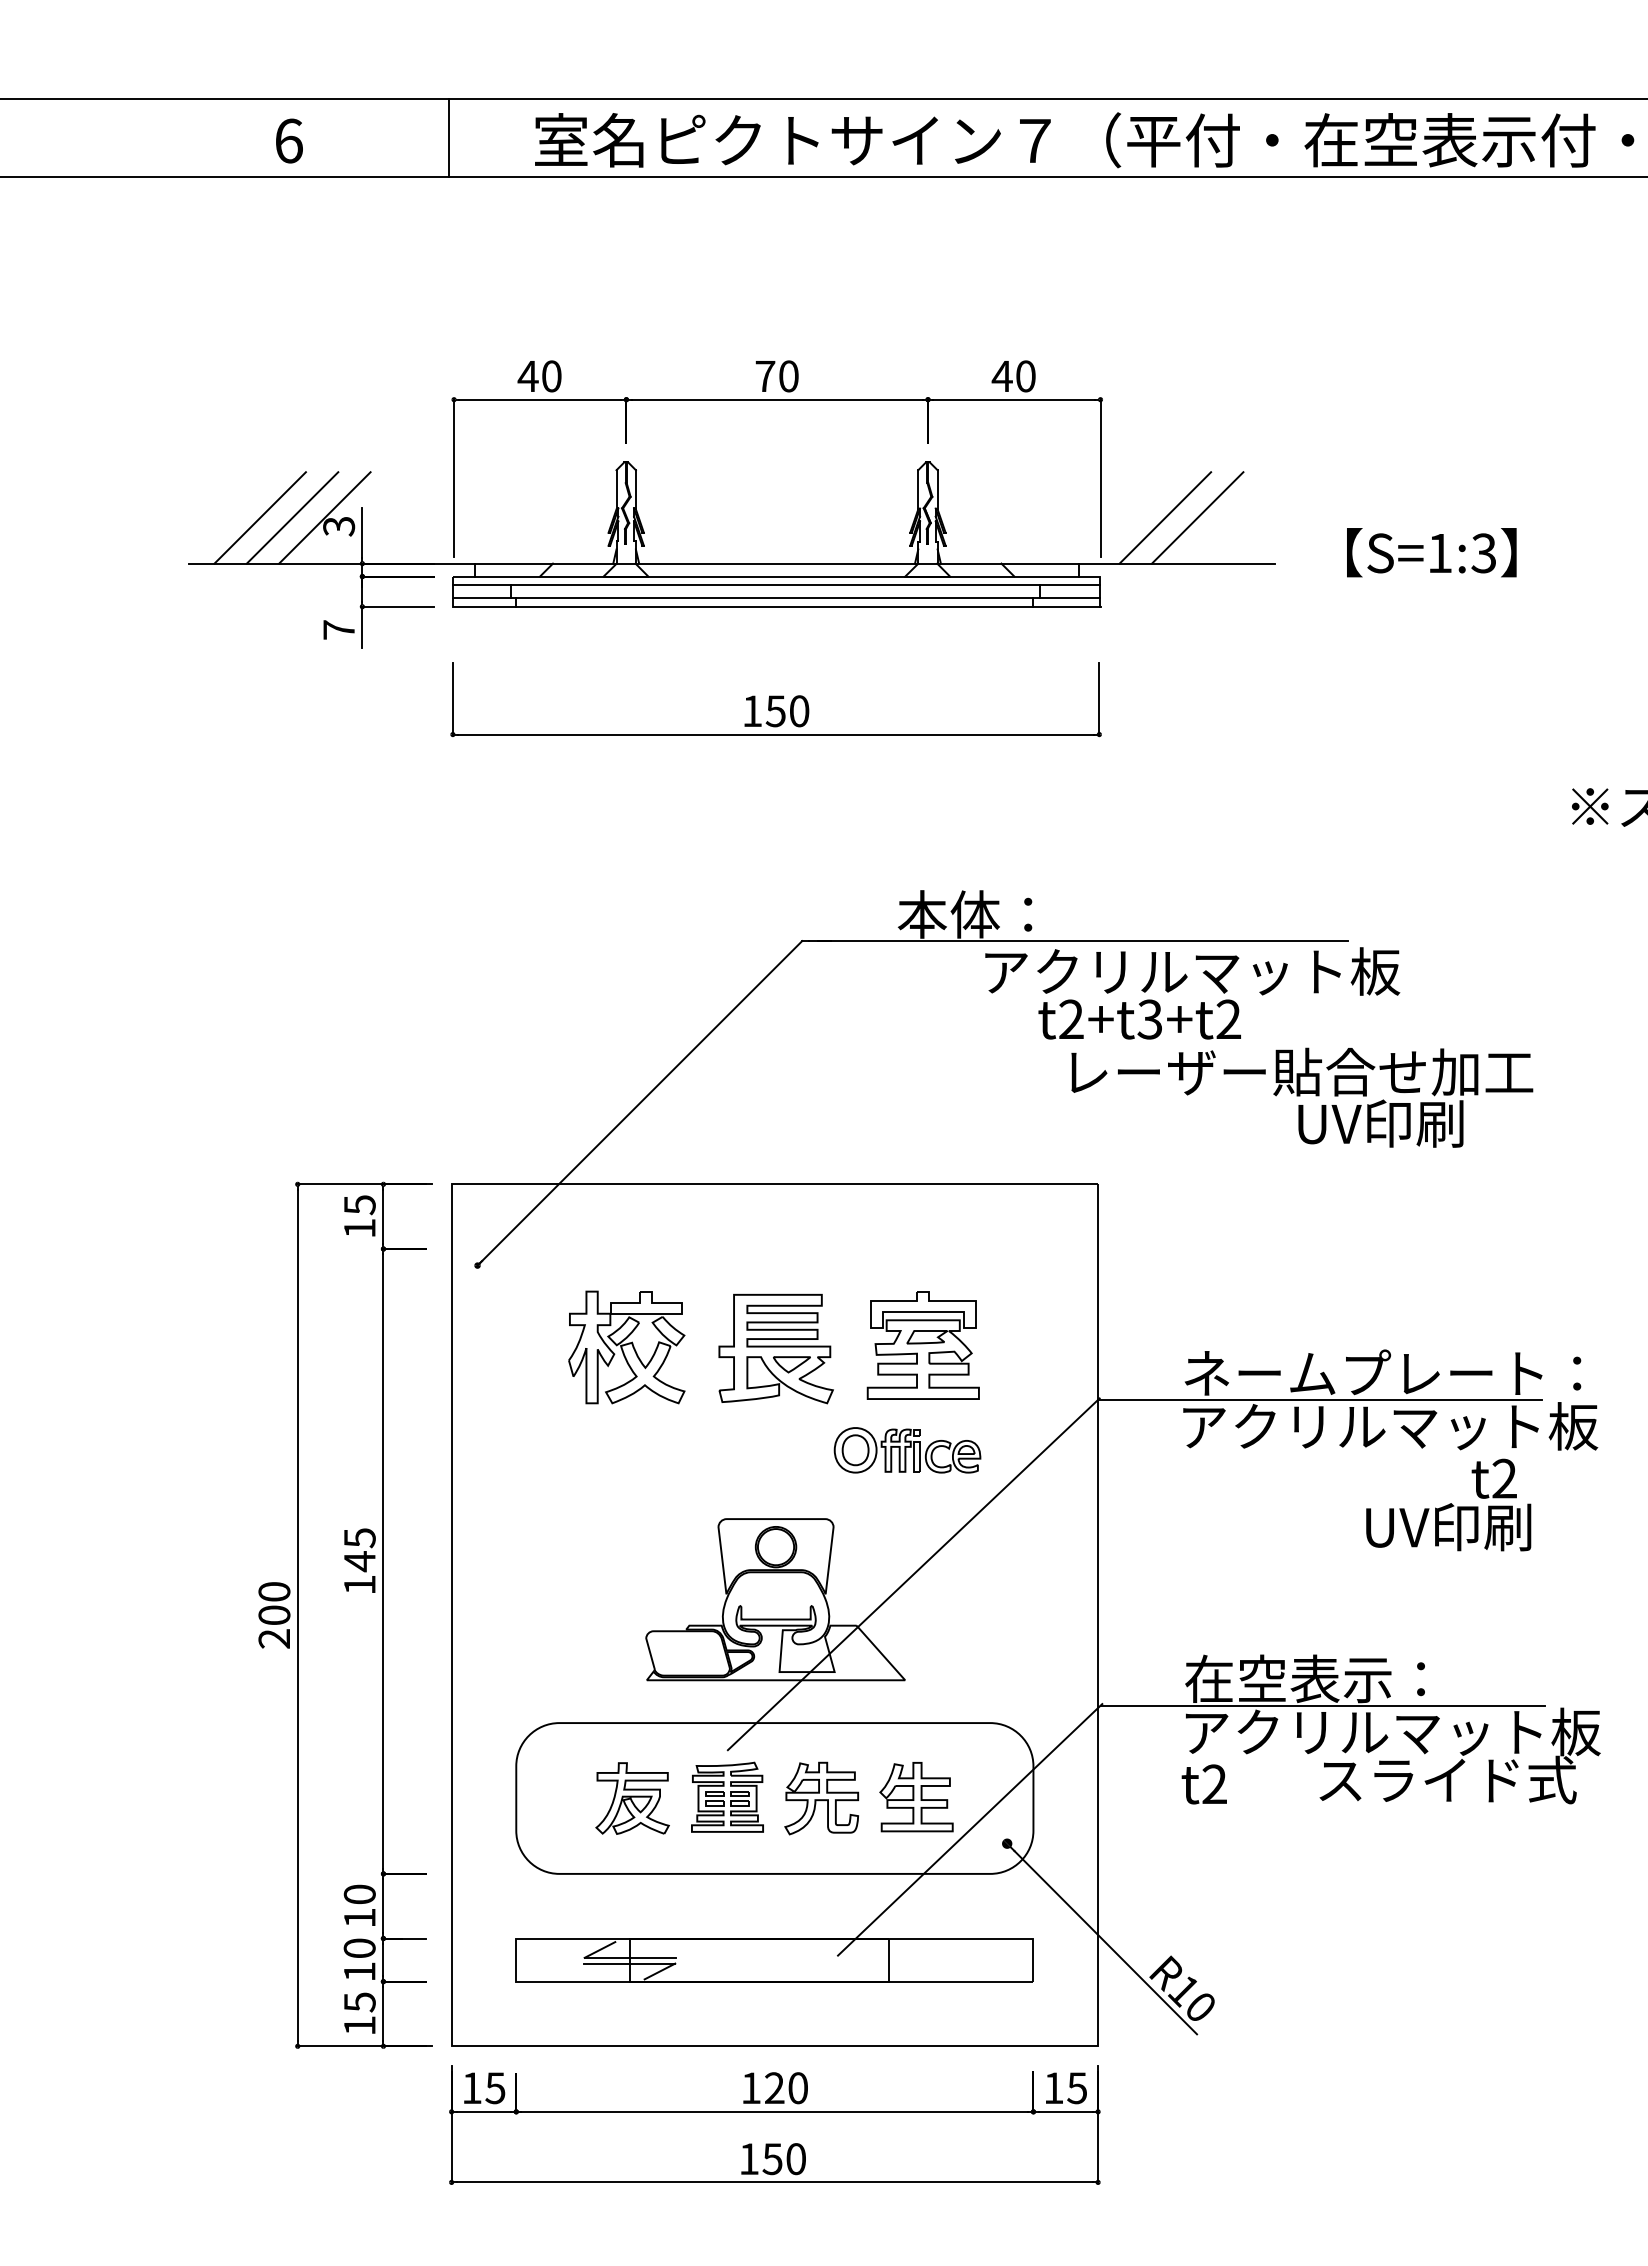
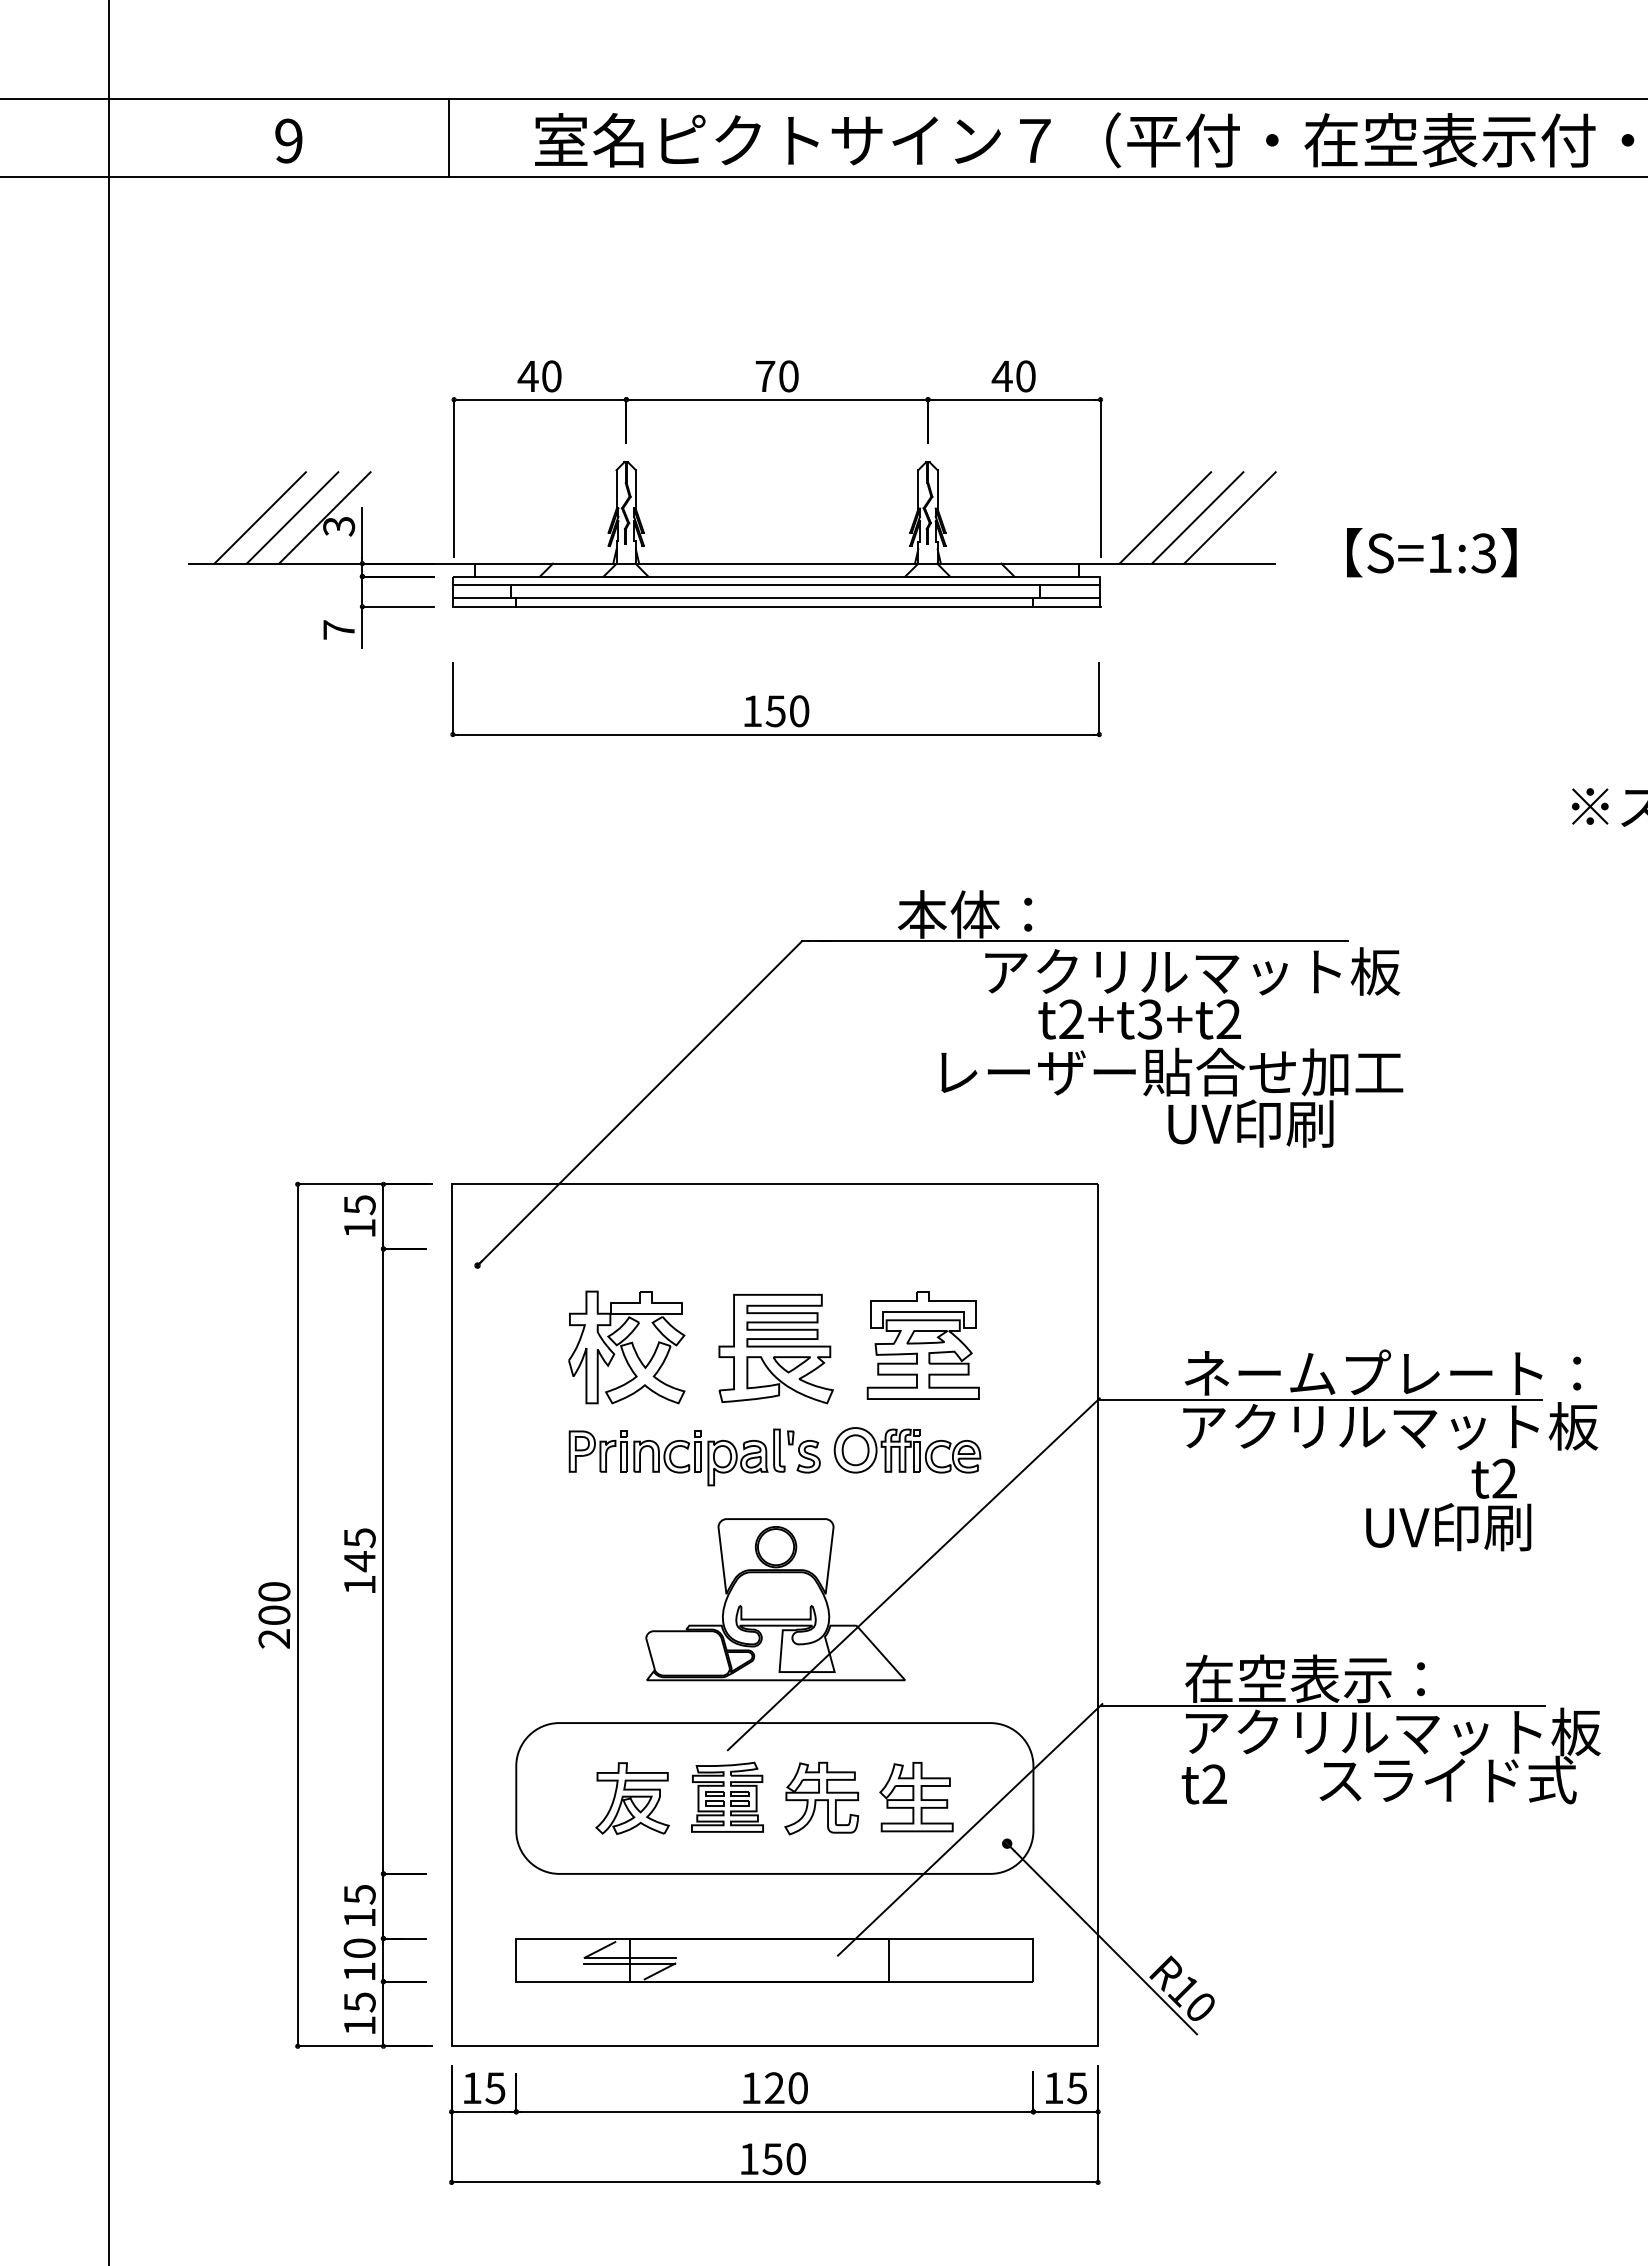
text at (288, 140): 6 -> 9
line at (1229, 517): none -> present
text at (1302, 1097) position: (1302, 1097) -> (1172, 1097)
line at (108, 1132): none -> present
part at (694, 1457): none -> present
text at (359, 1894): 10 -> 15
